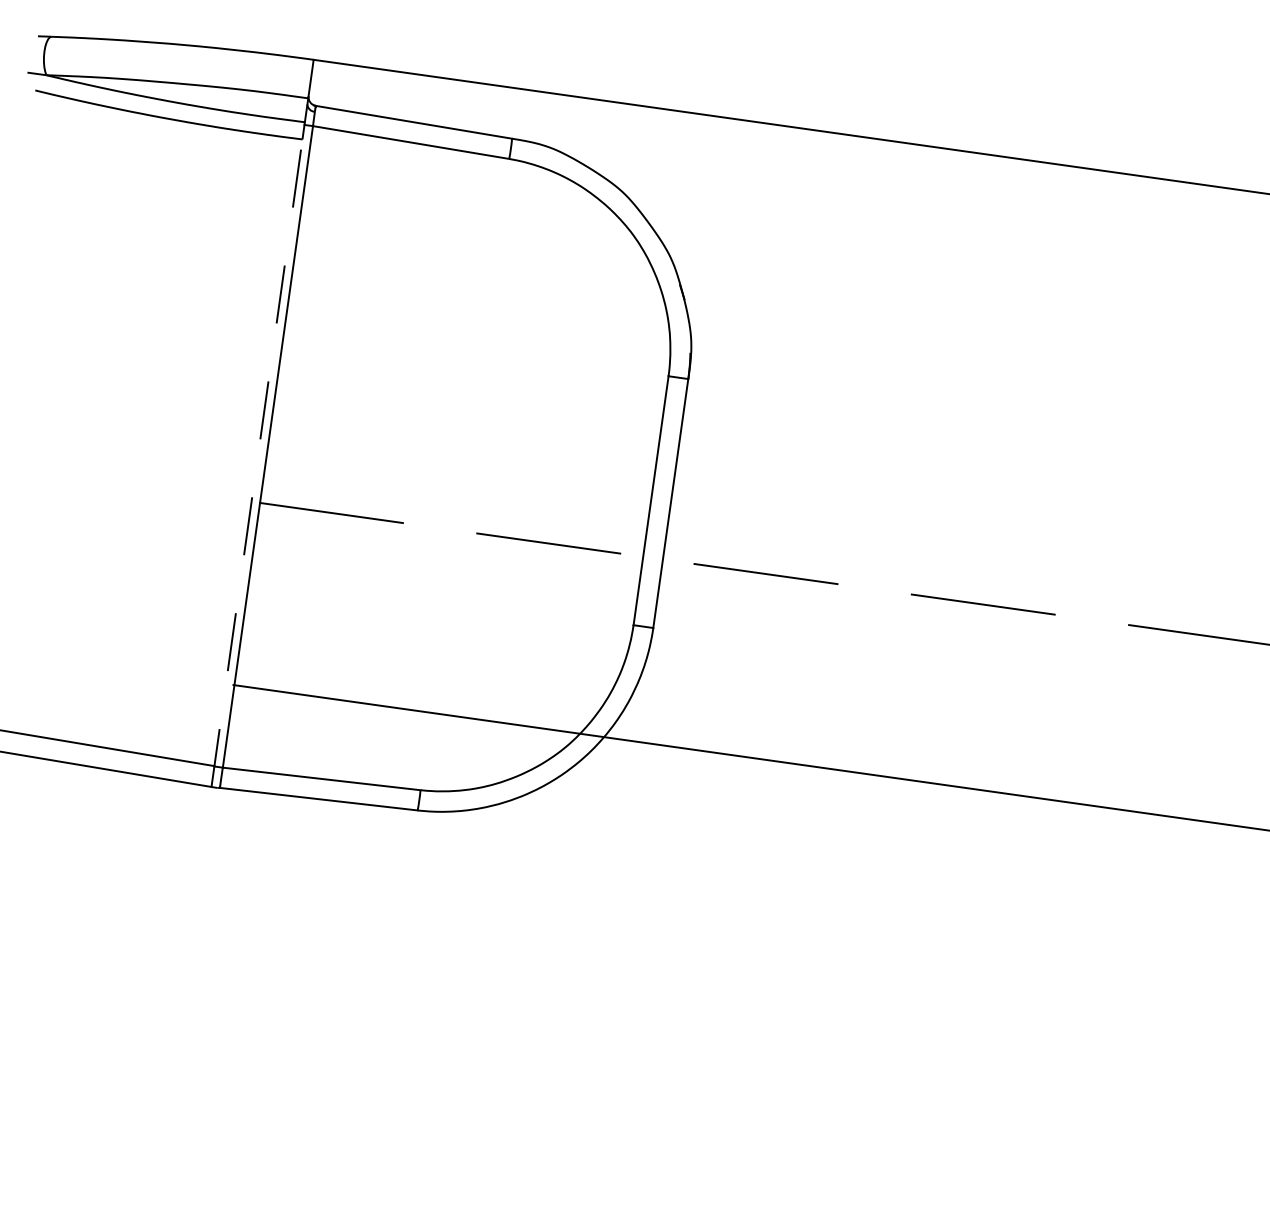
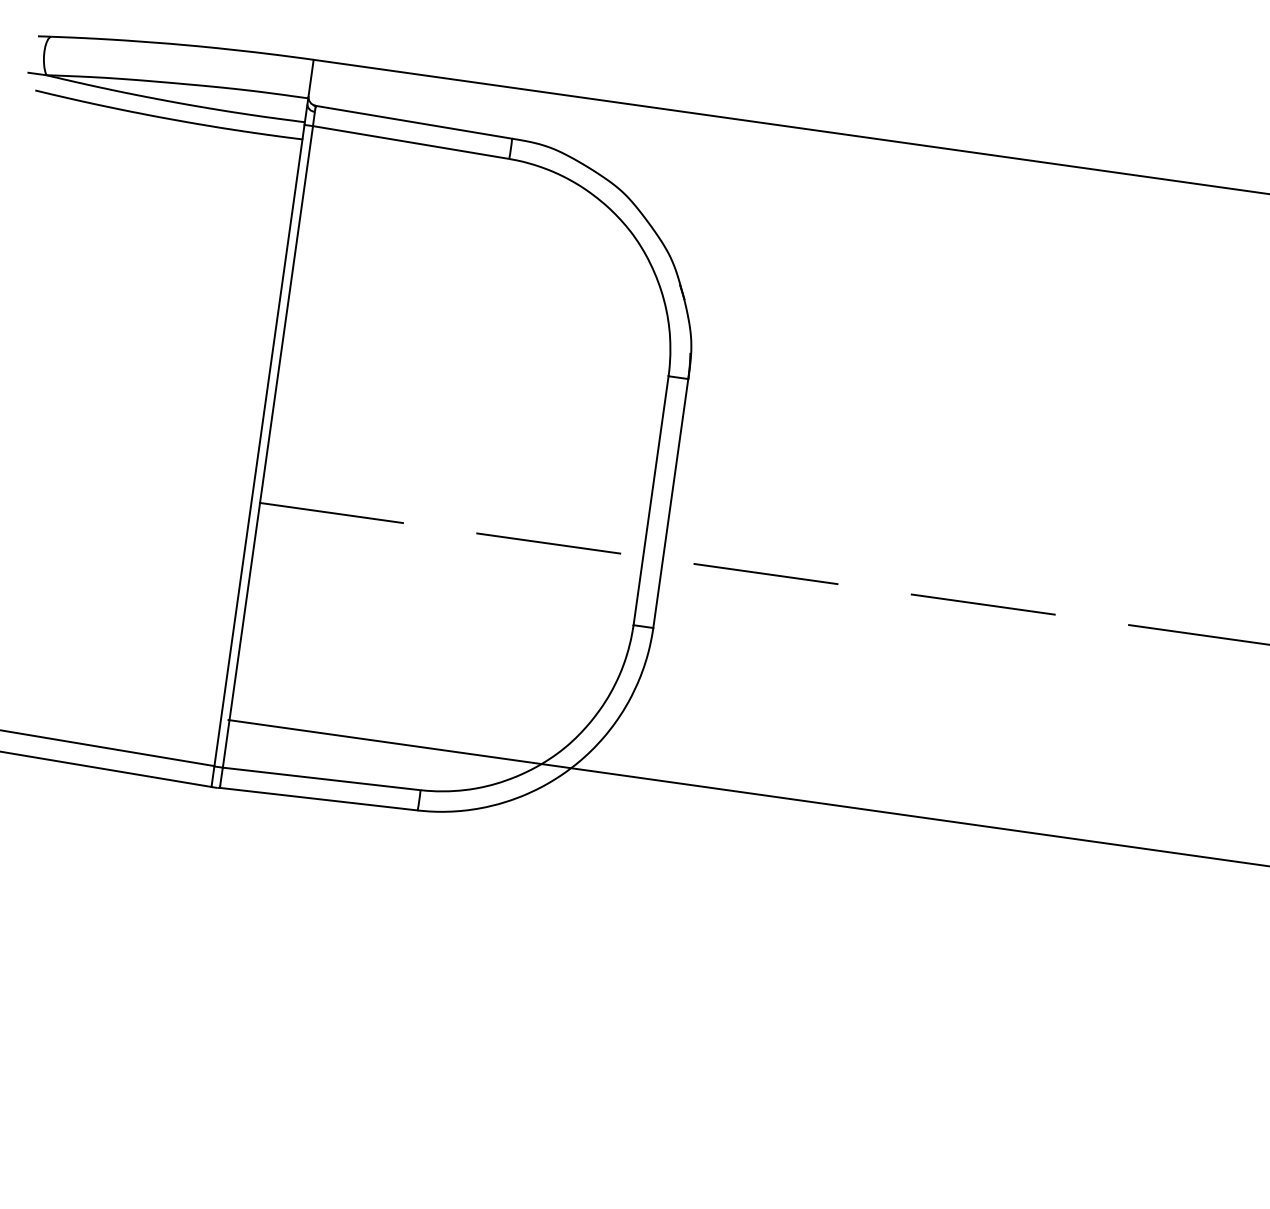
line at (257, 463): dashed -> solid
line at (749, 757) position: (749, 757) -> (747, 792)
